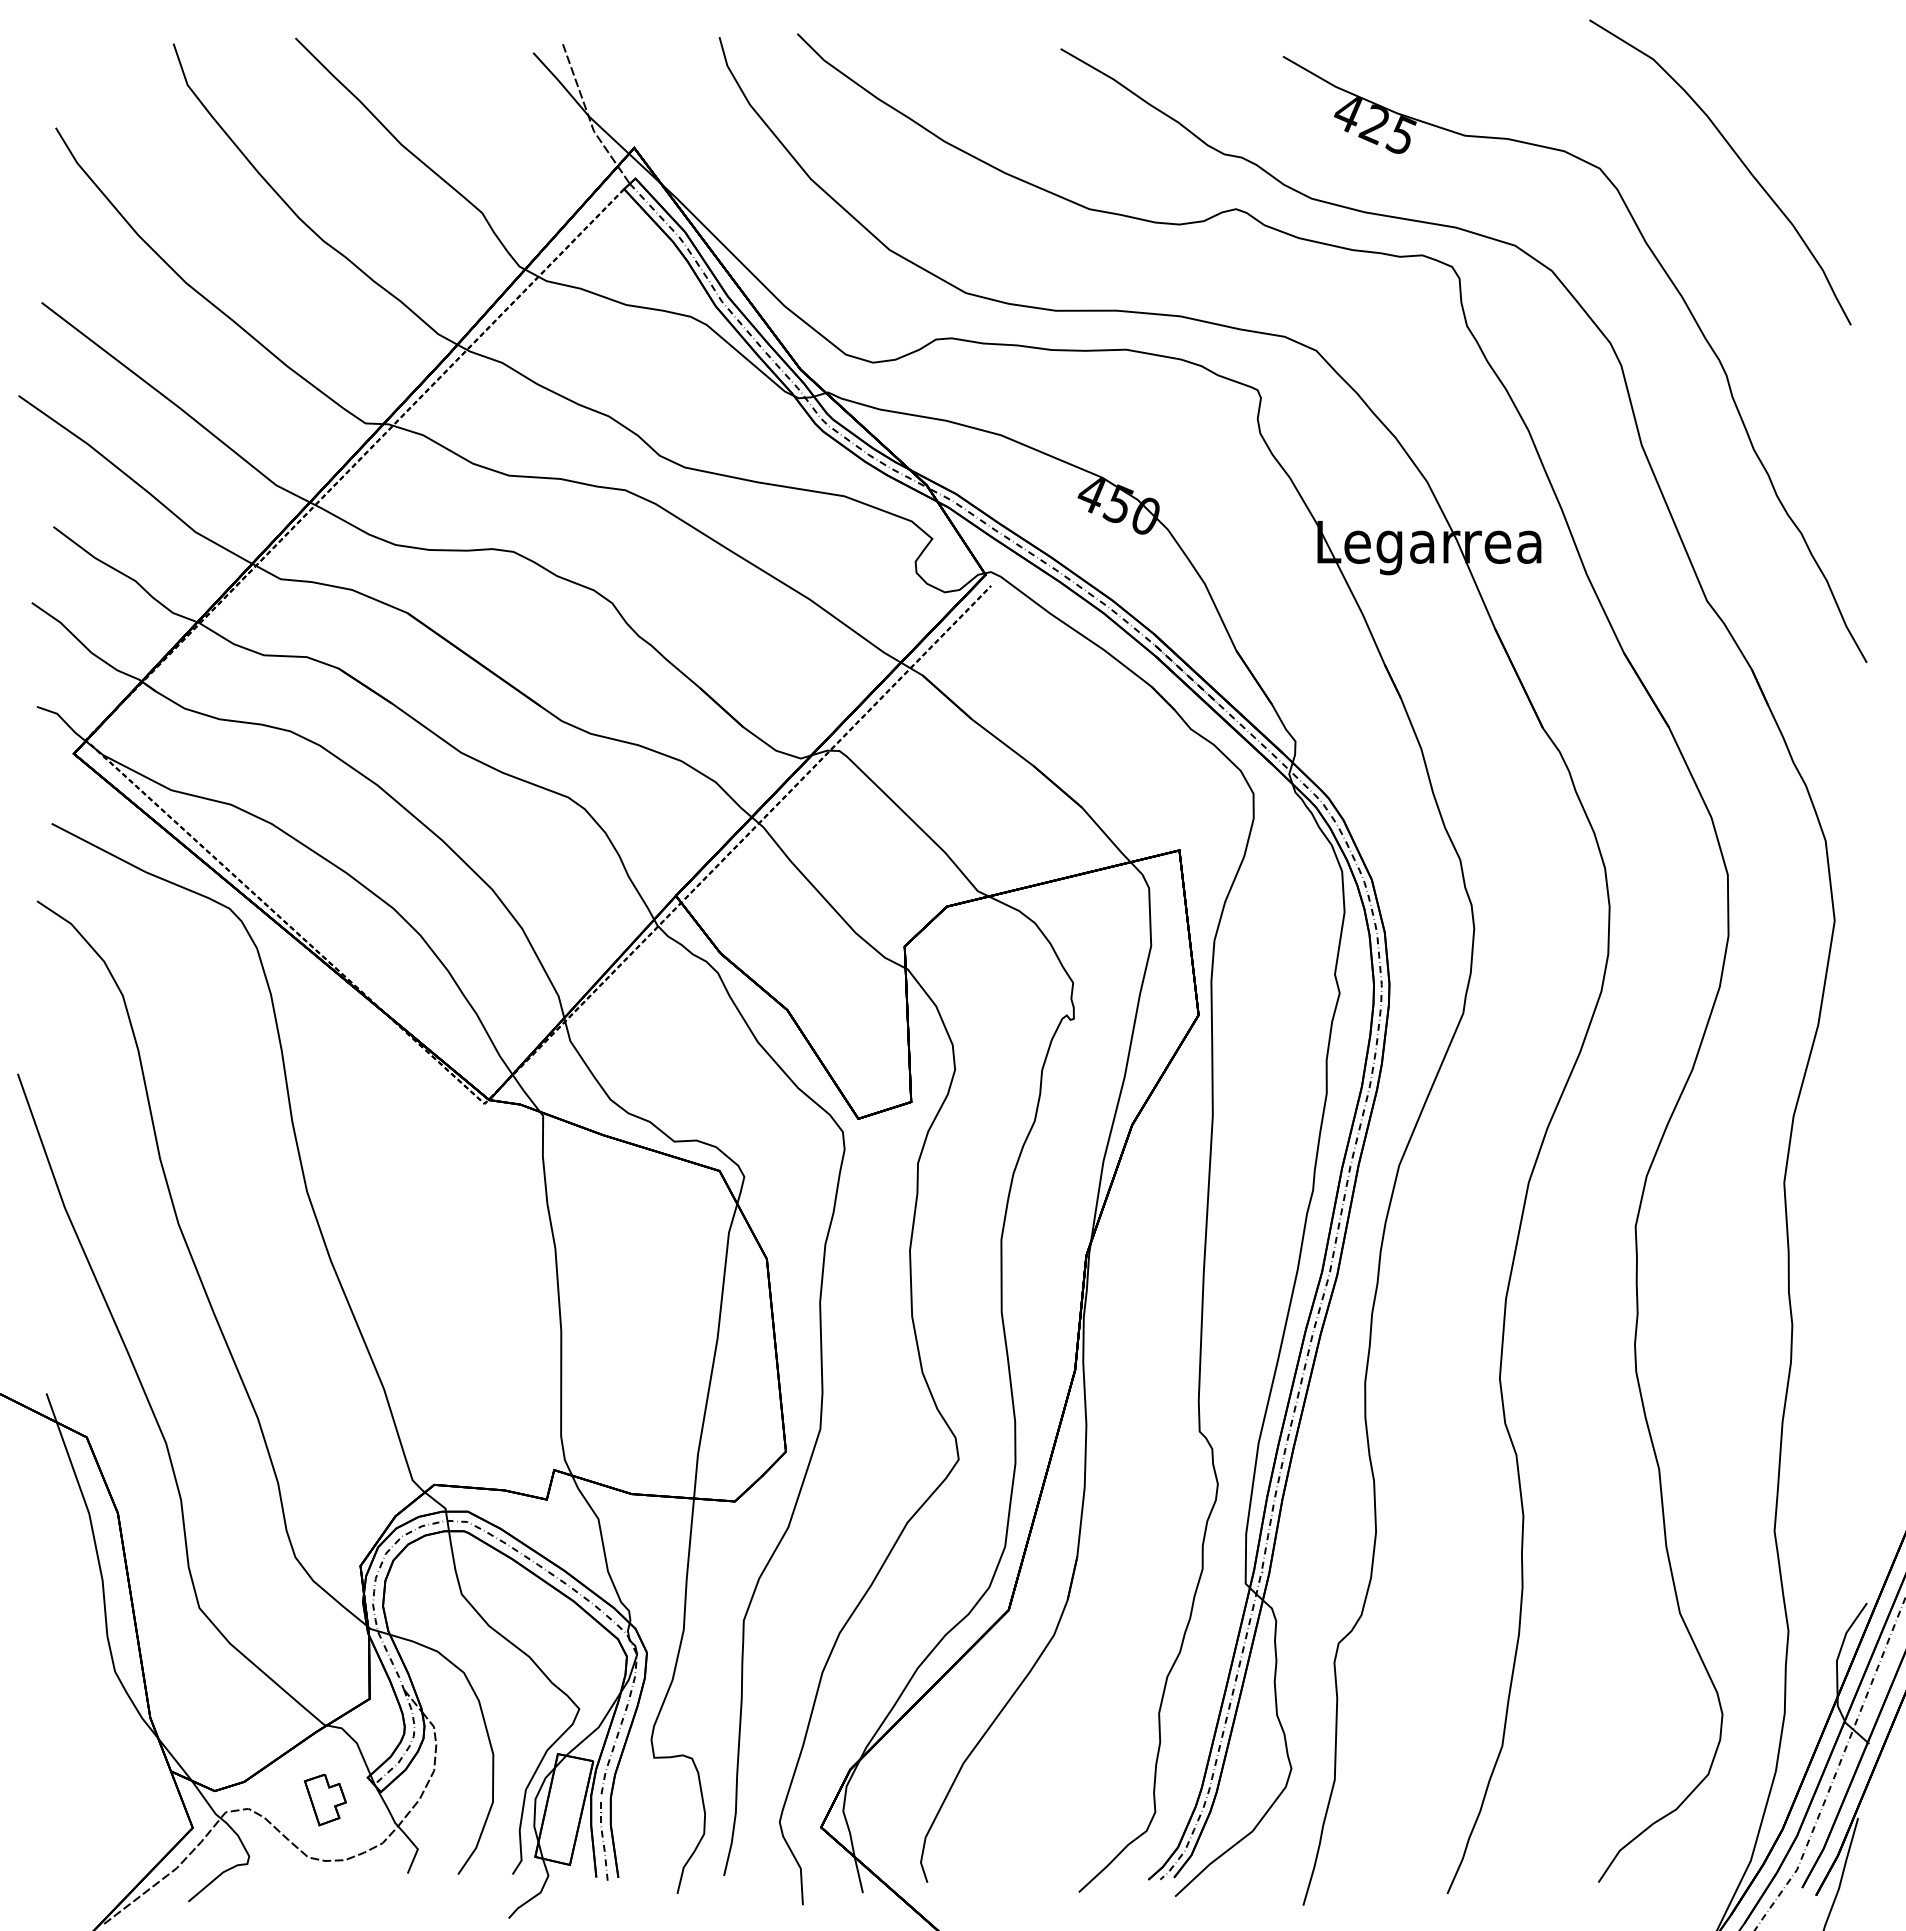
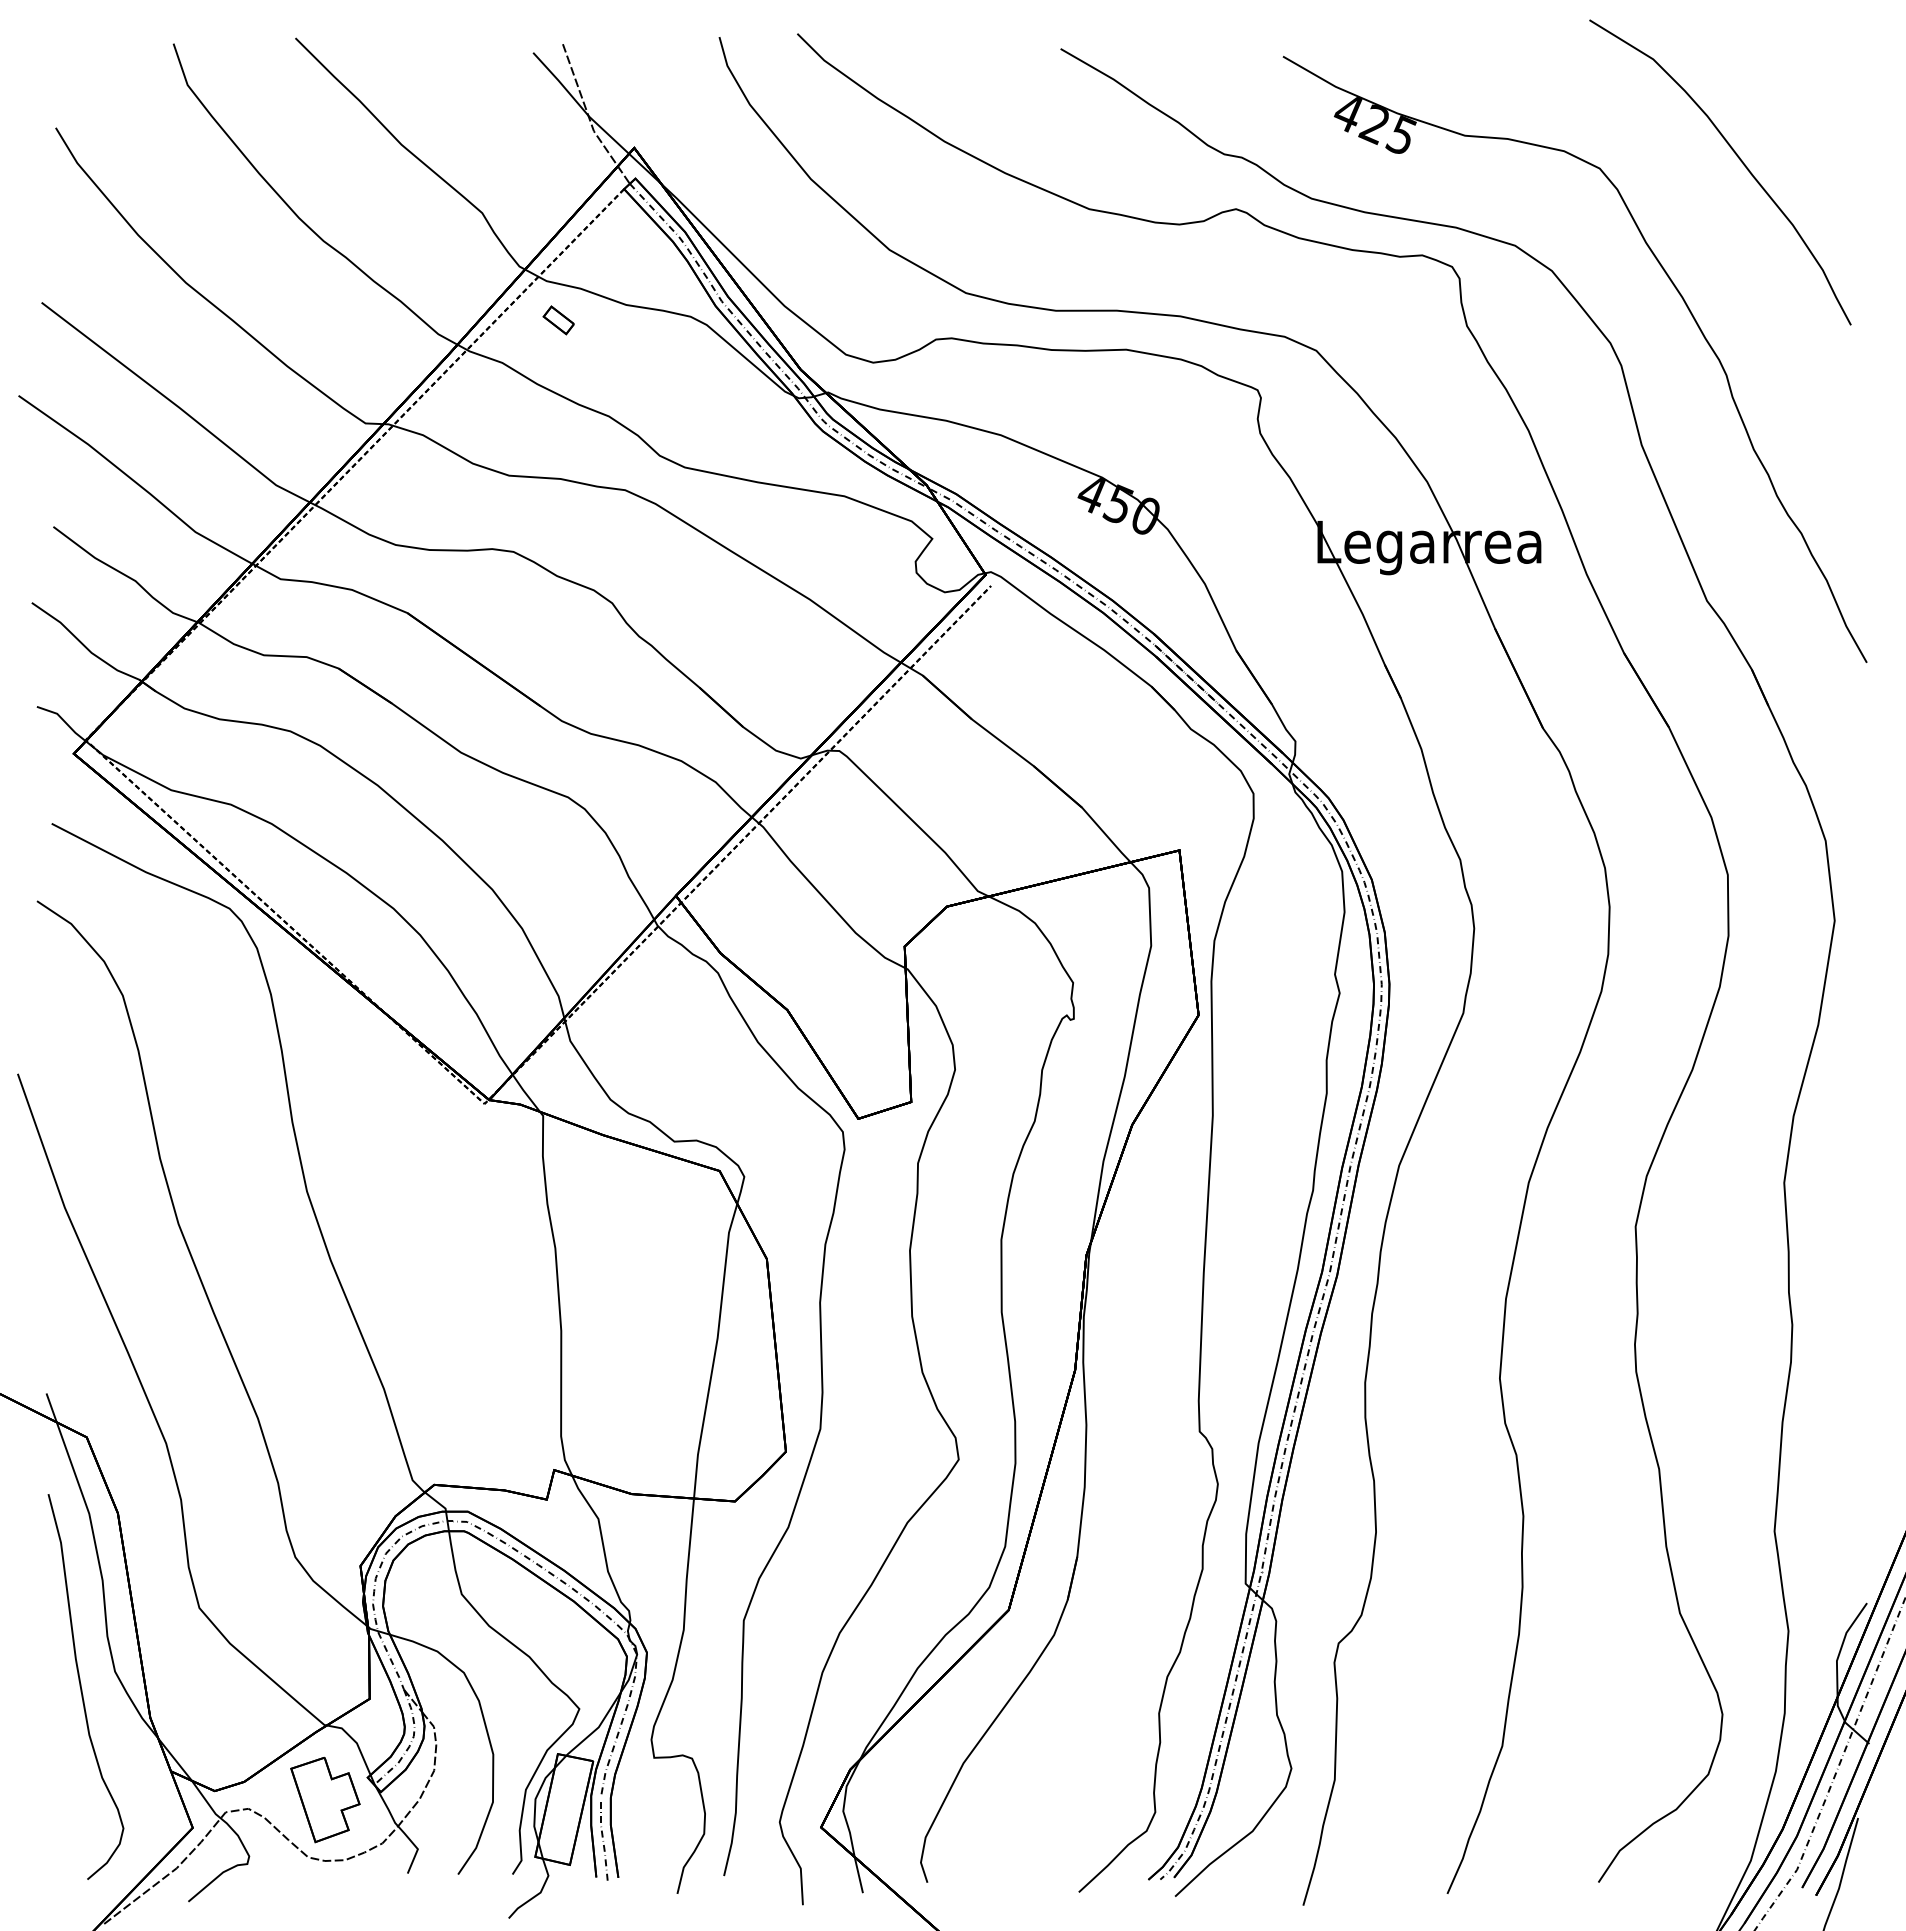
part at (558, 320): none -> present
curve at (81, 1686): none -> present
part at (324, 1799) size: 44x54 px -> 71x88 px
